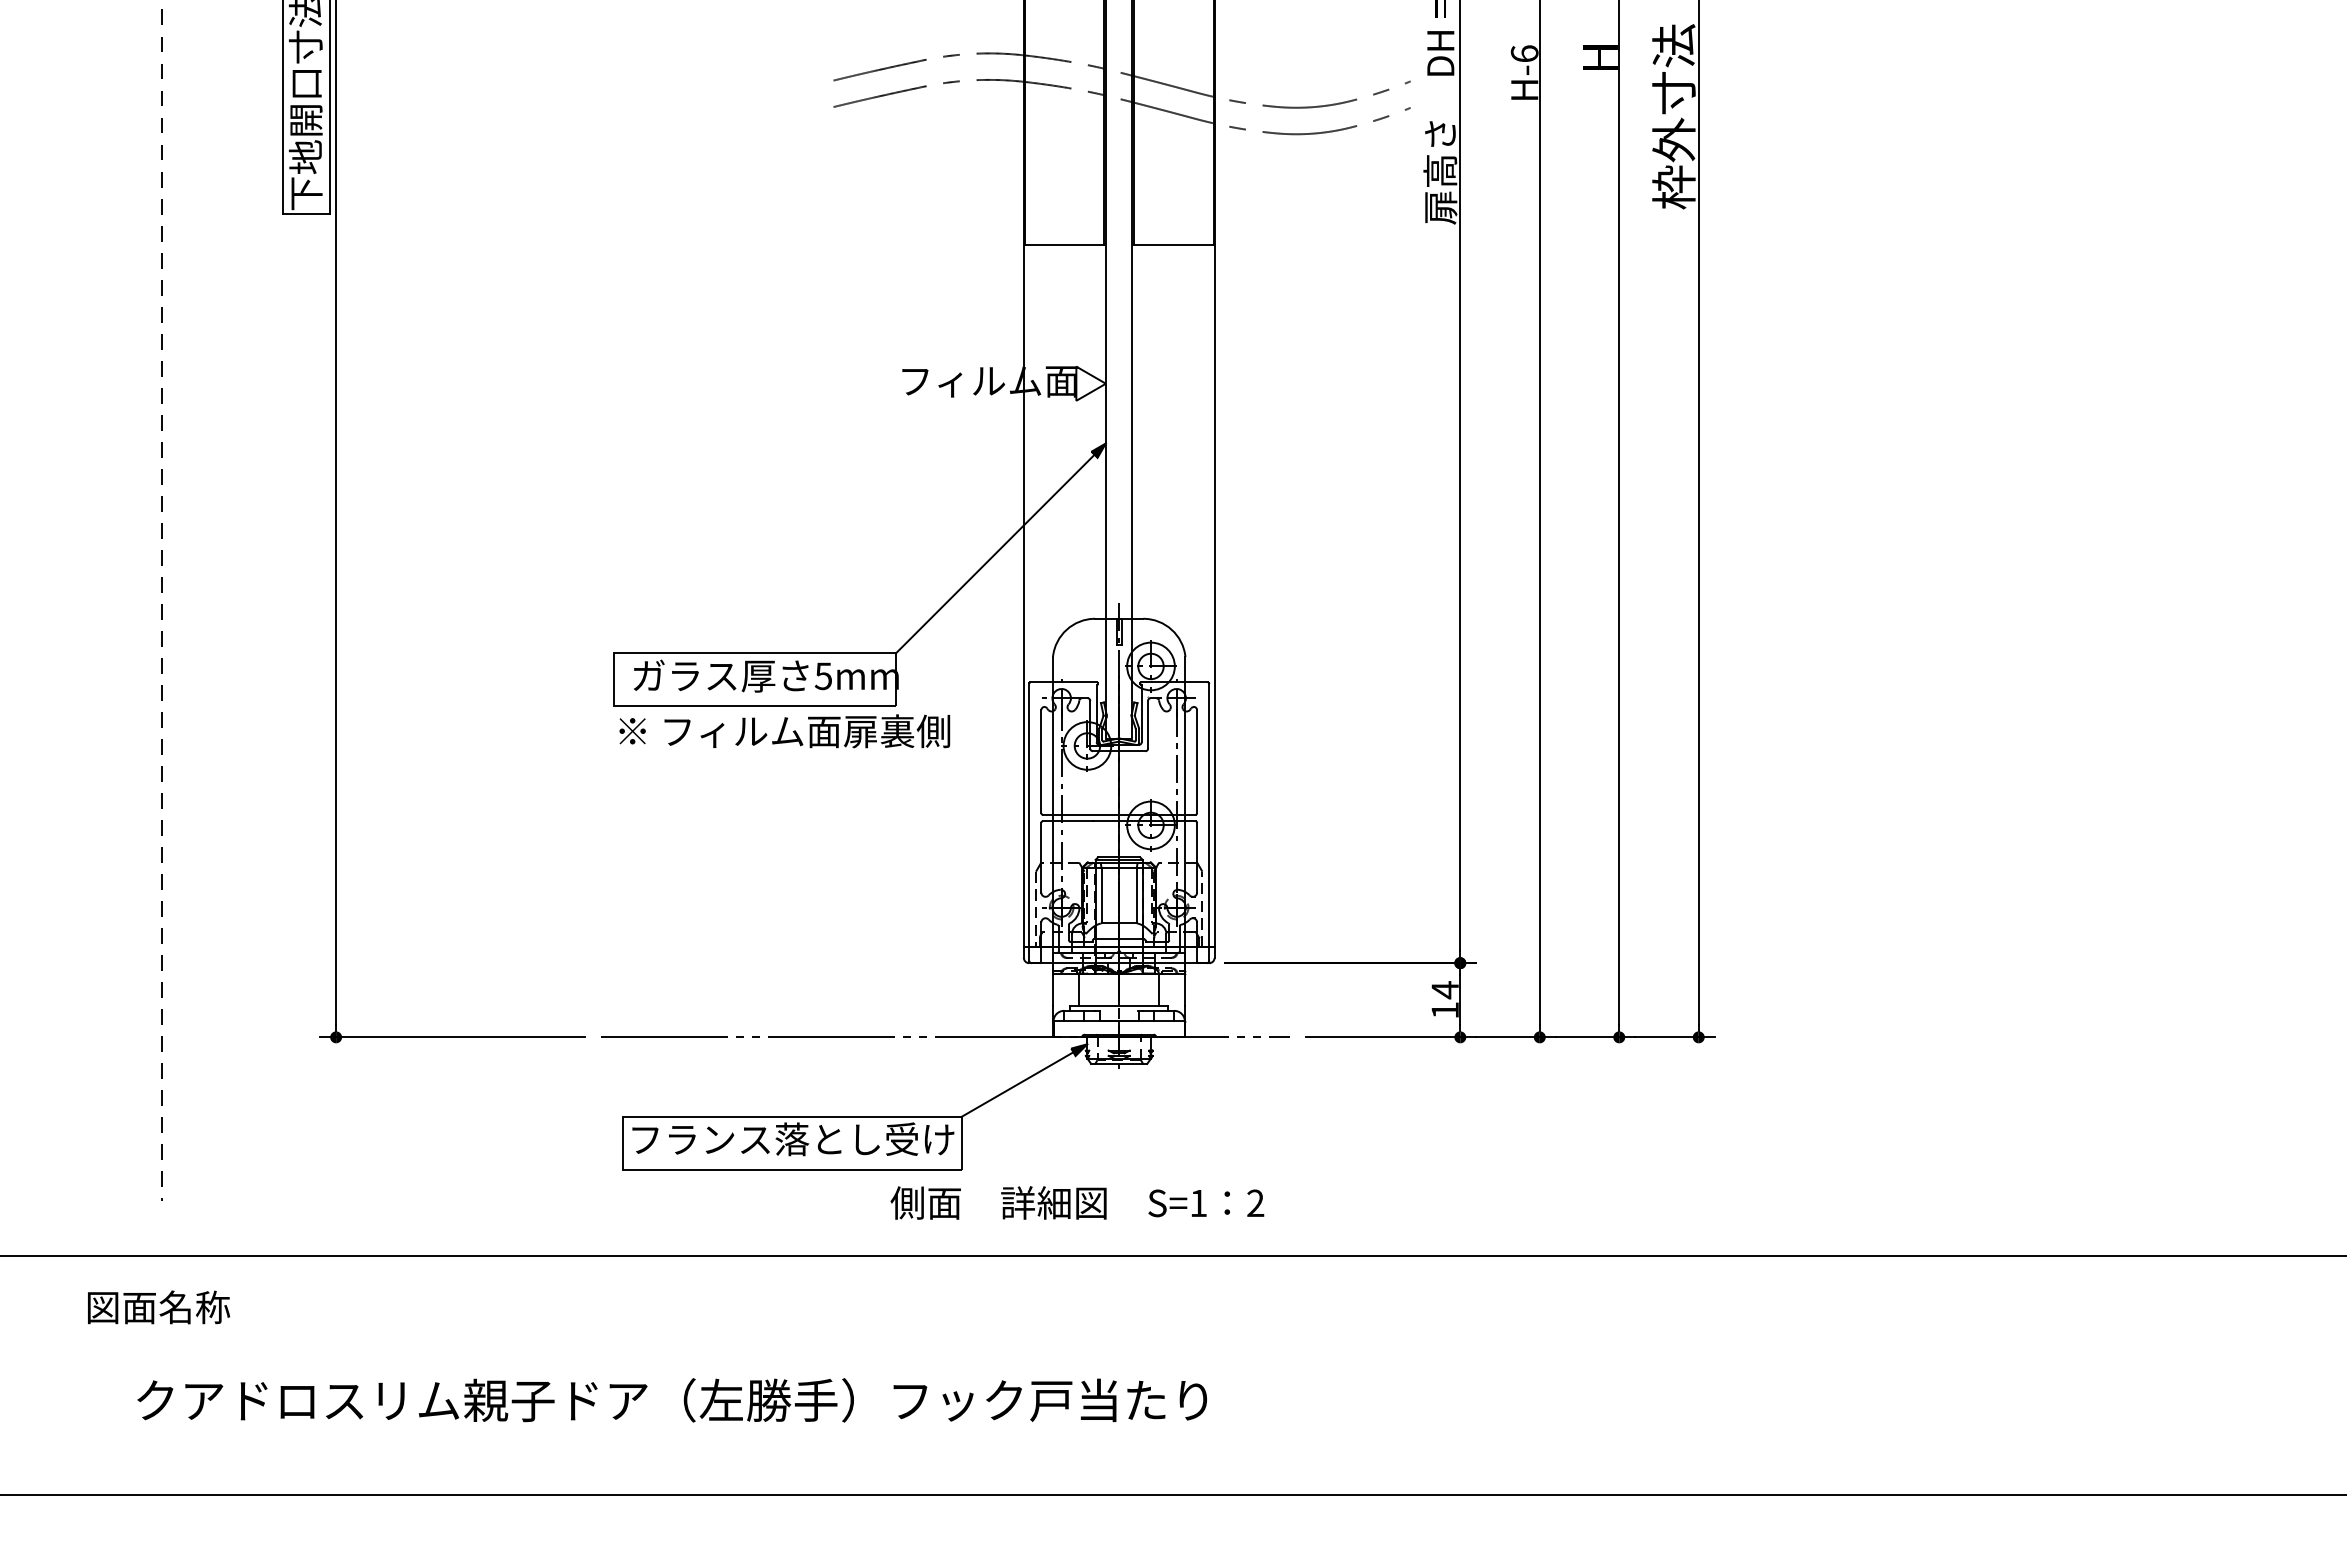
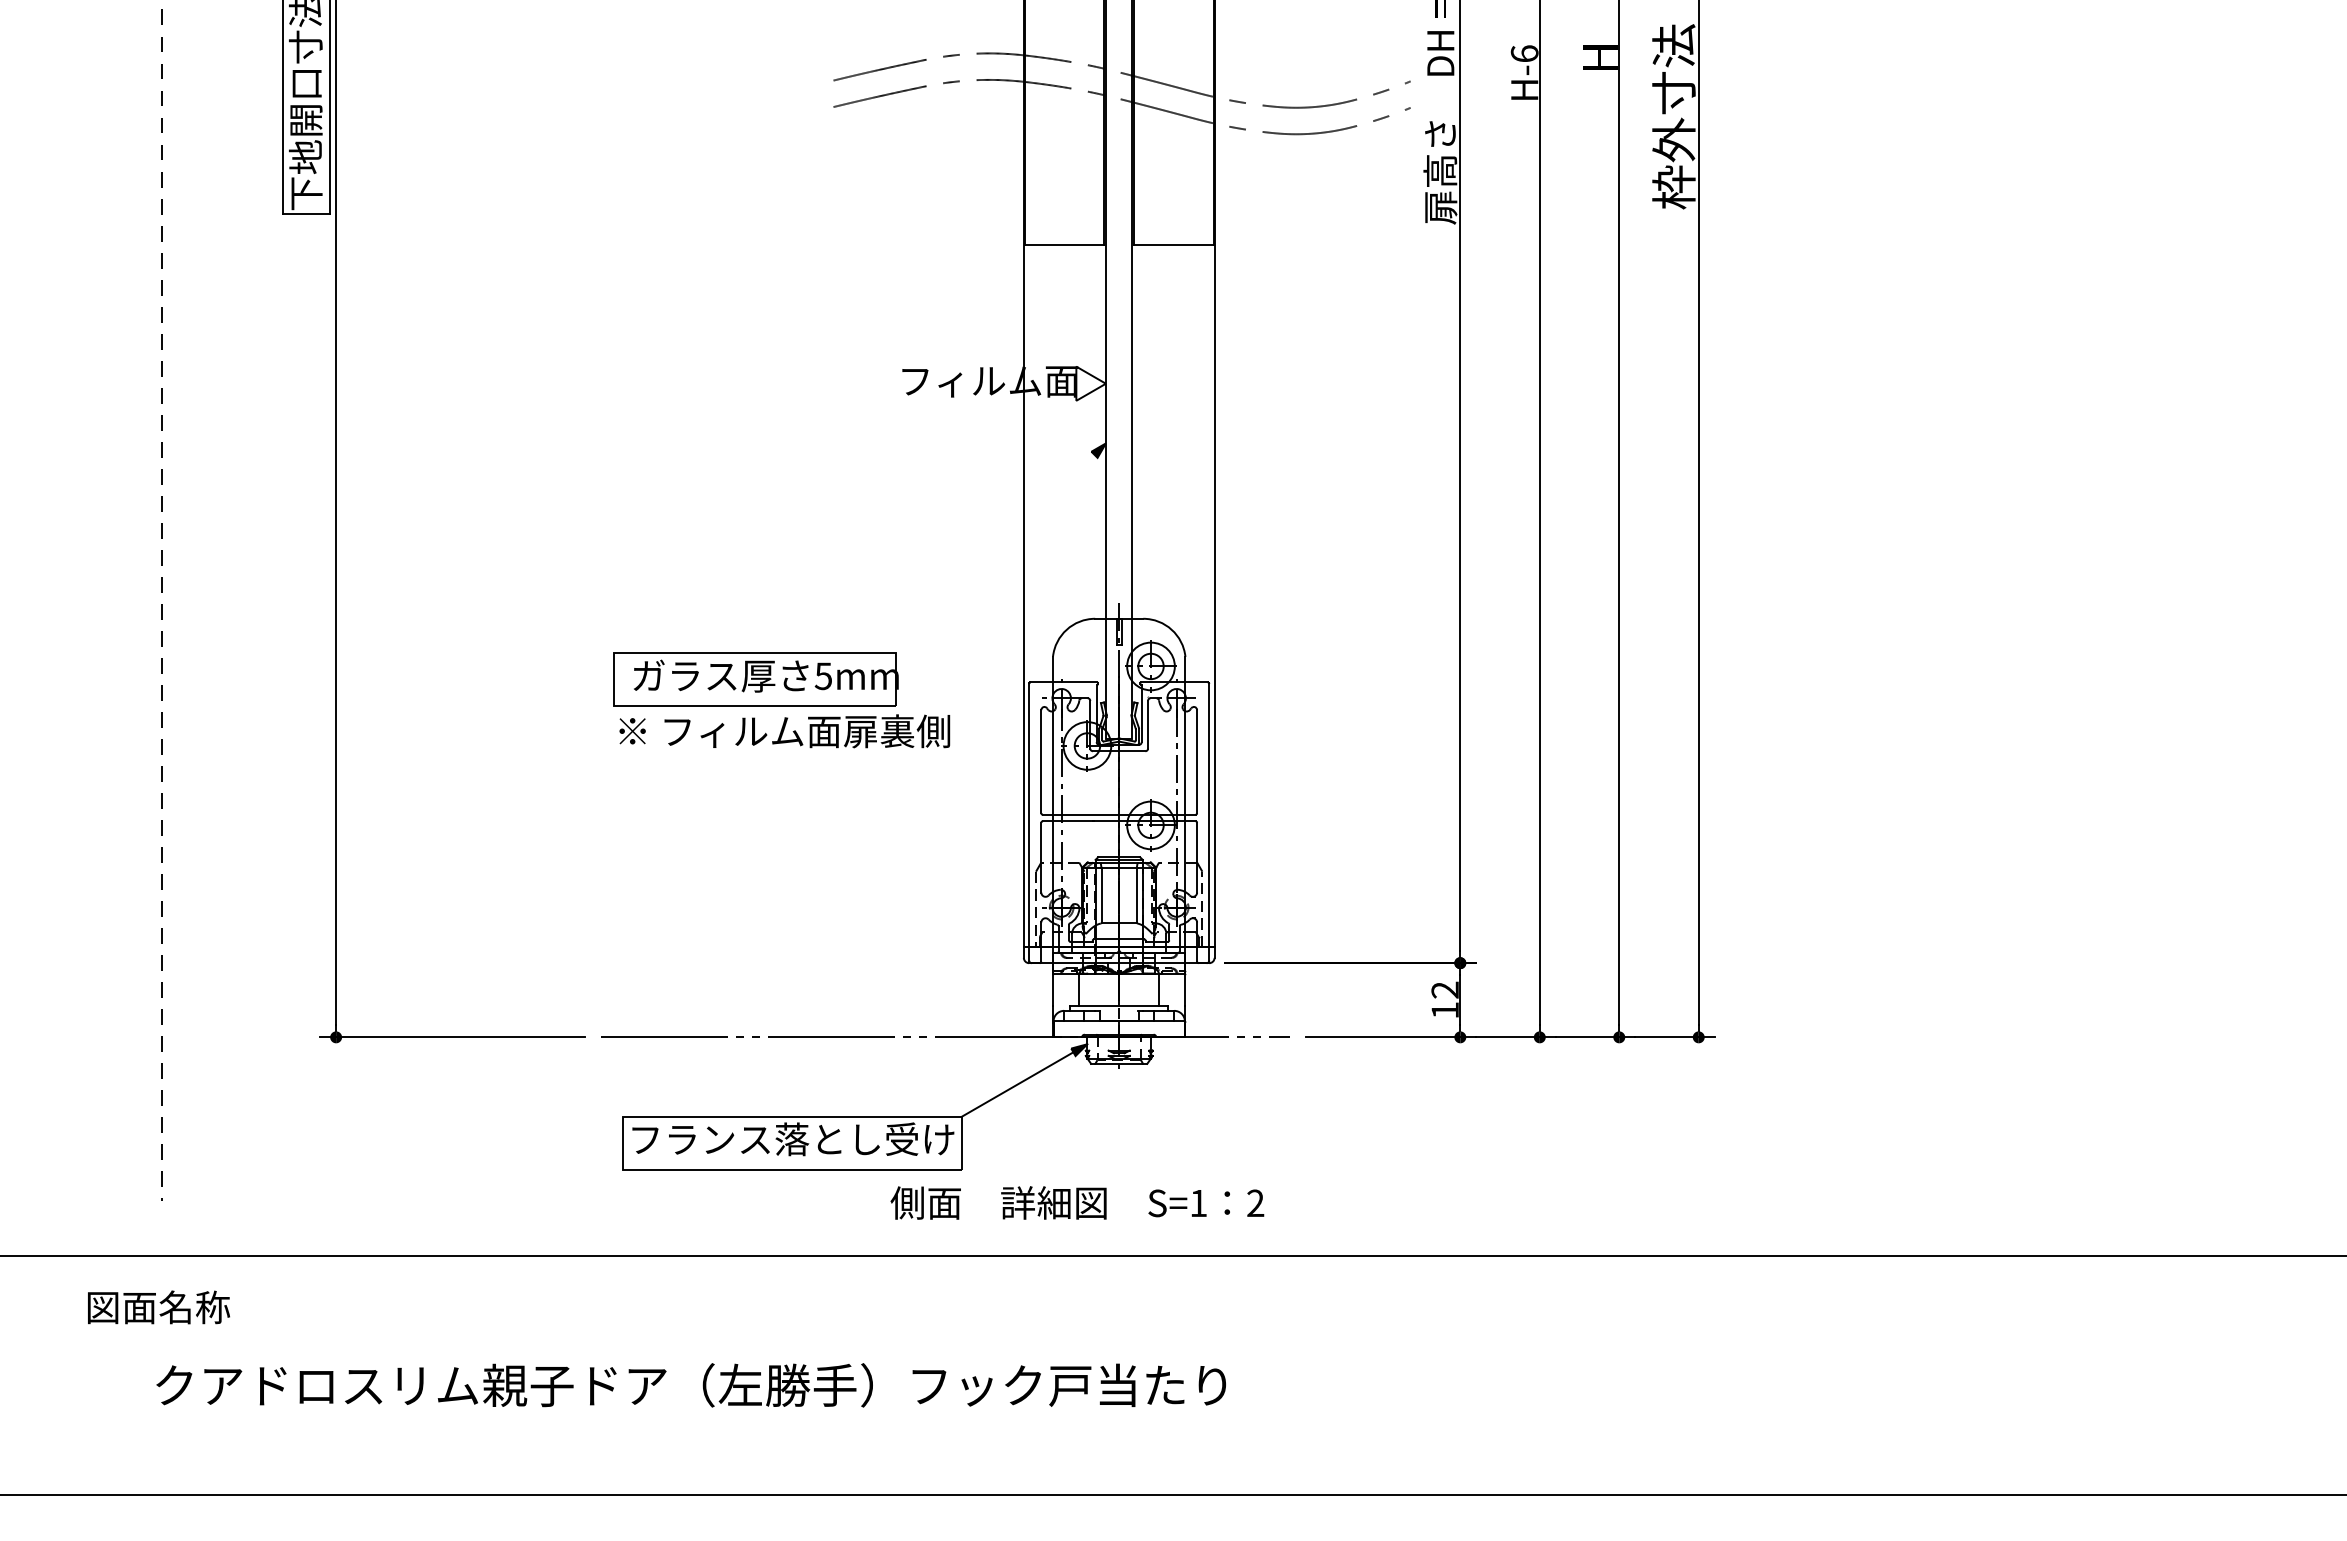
line at (1000, 548): present -> none
text at (1444, 990): 14 -> 12
text at (671, 1400) position: (671, 1400) -> (690, 1385)
